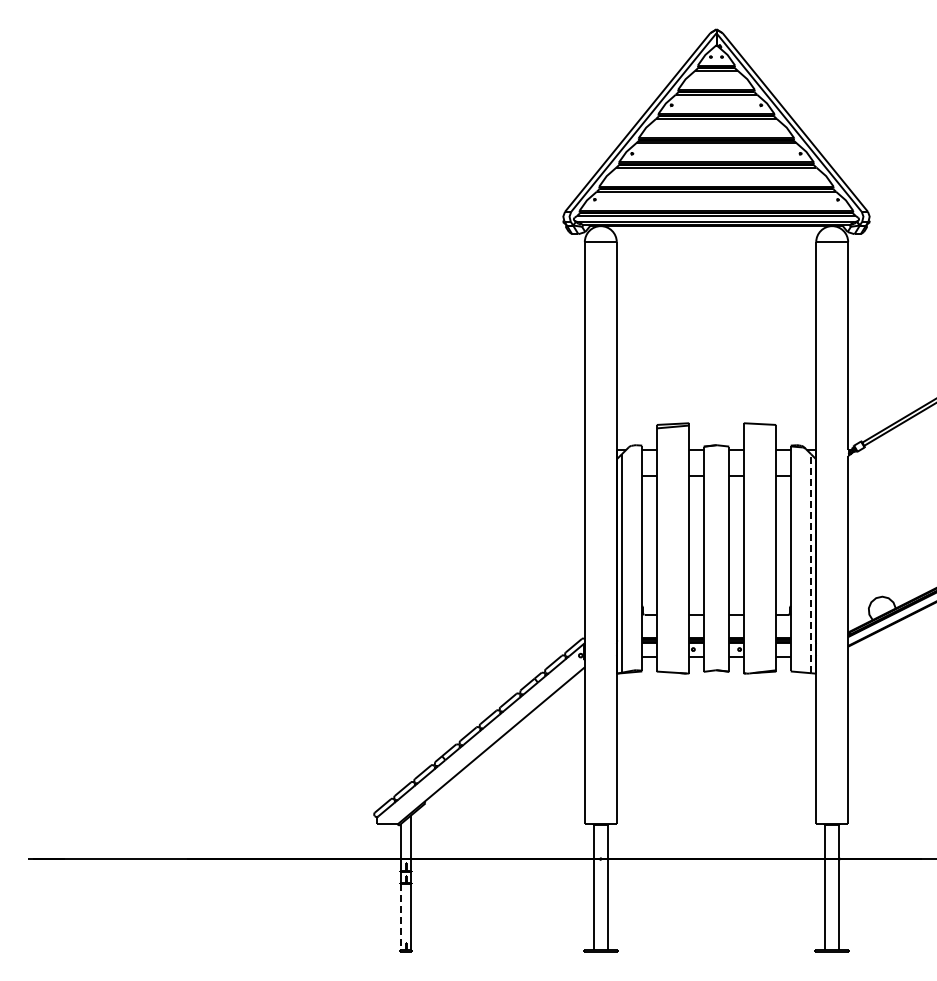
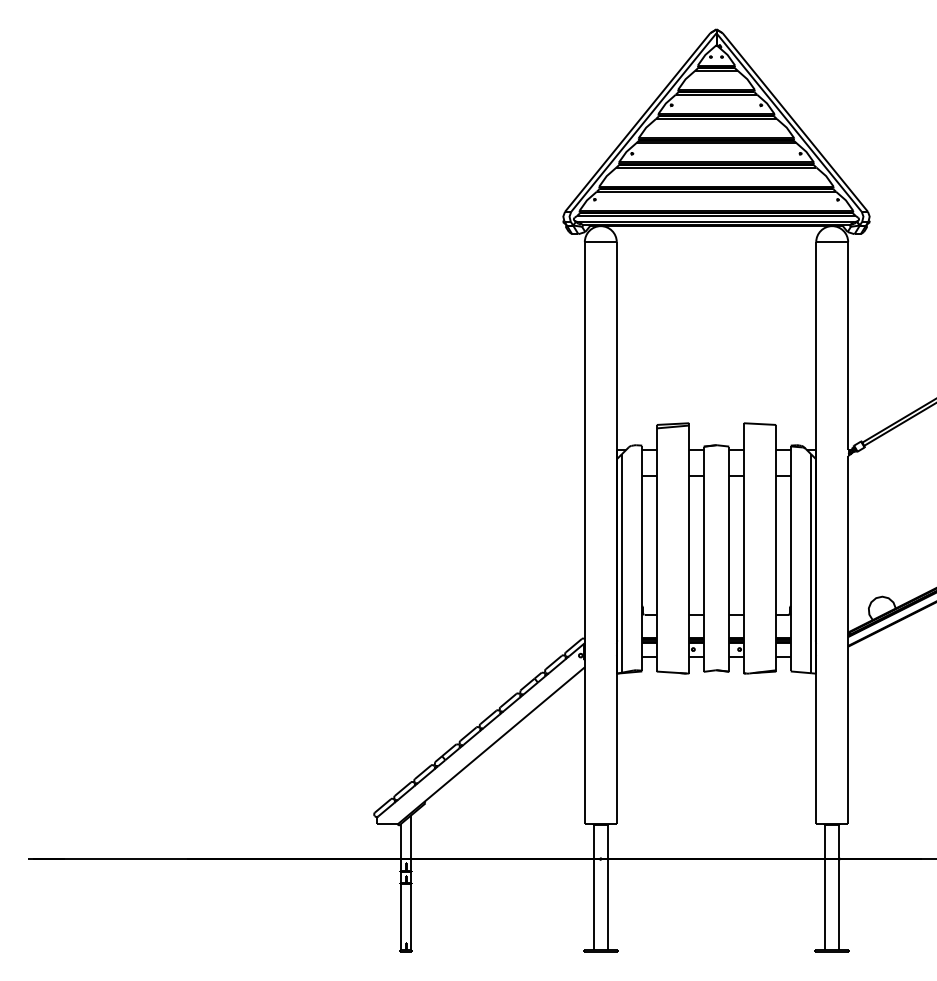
line at (811, 563): dashed -> solid
line at (401, 917): dashed -> solid
